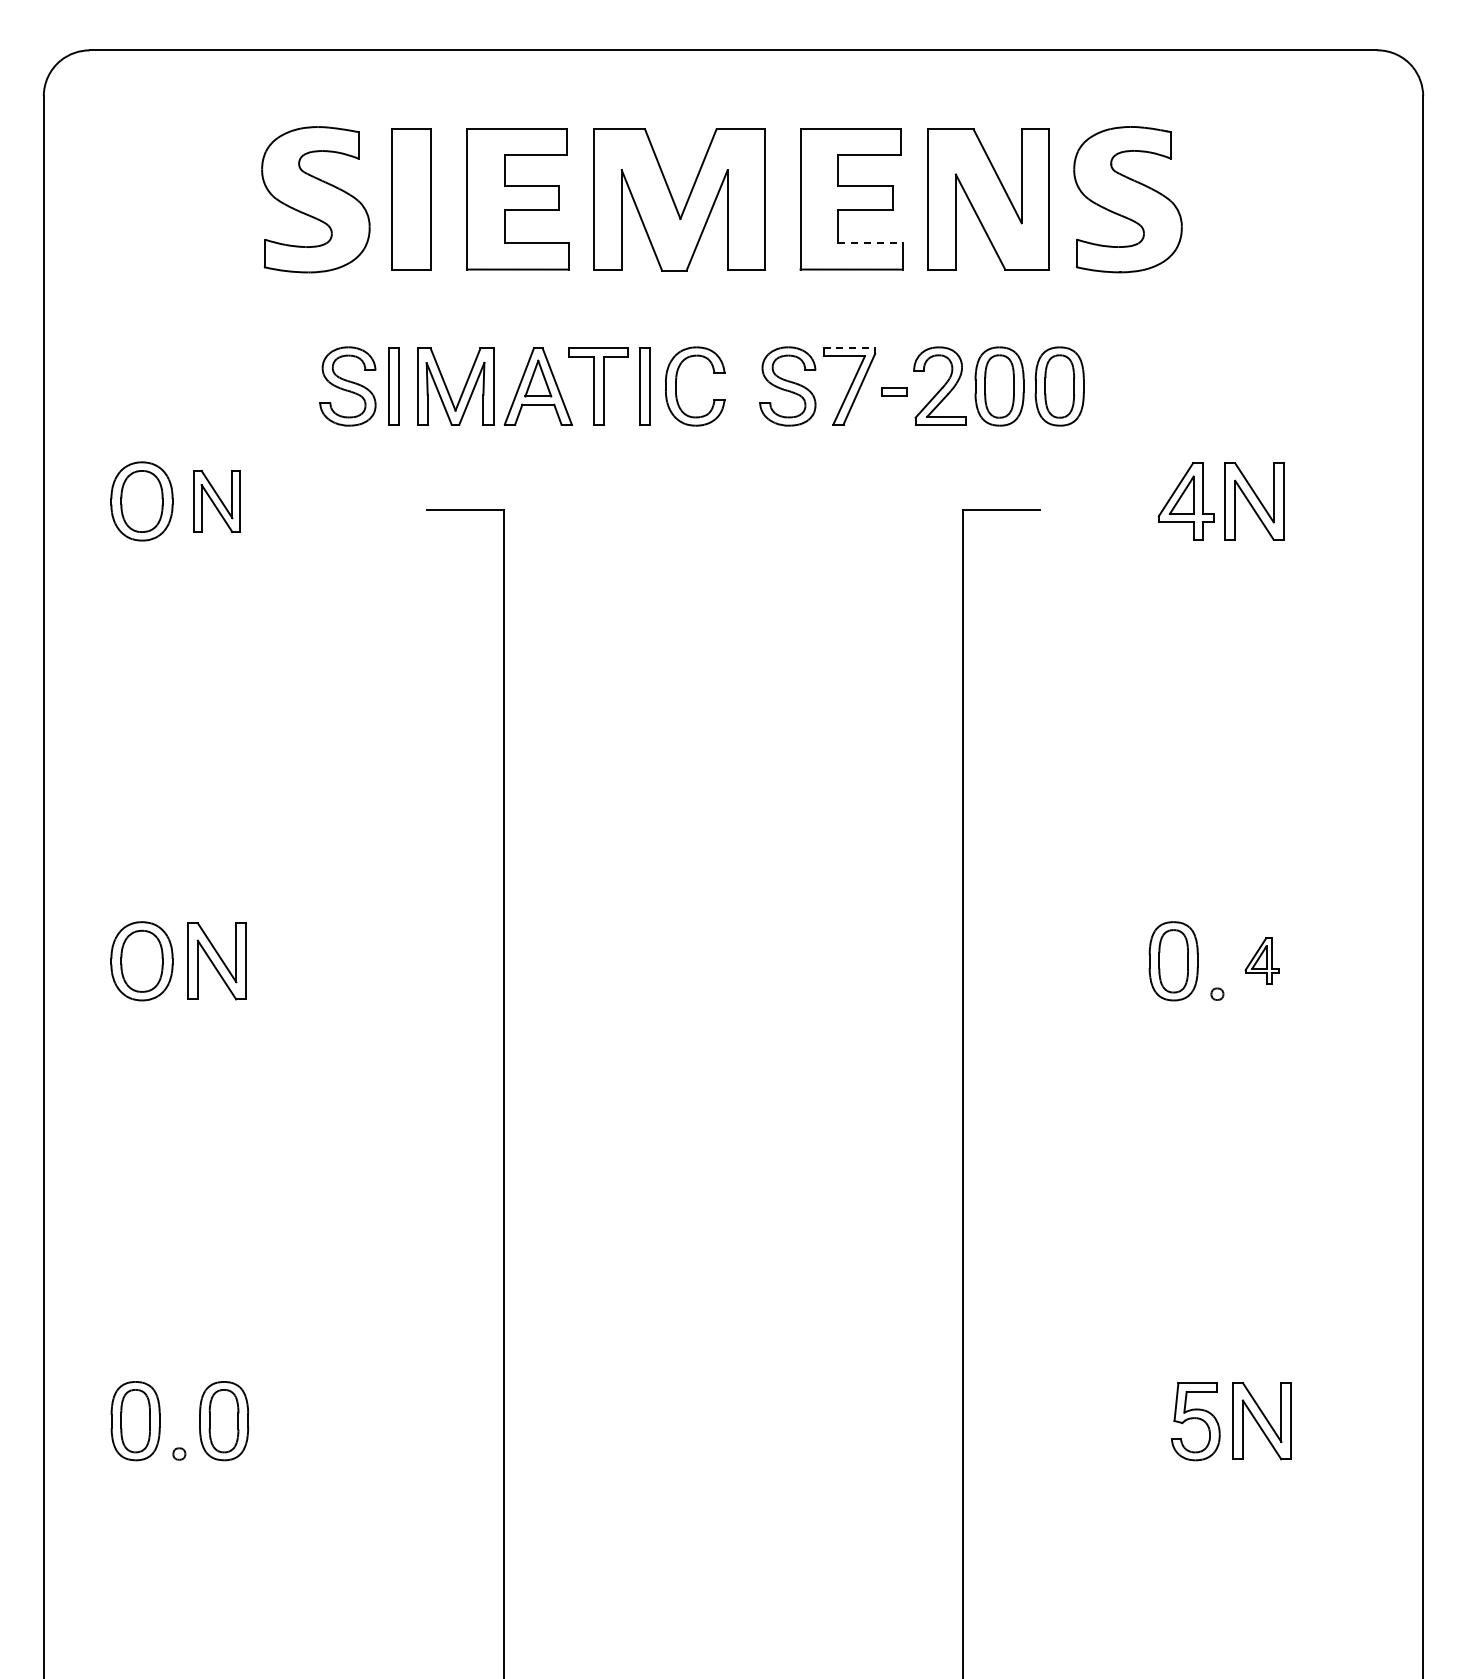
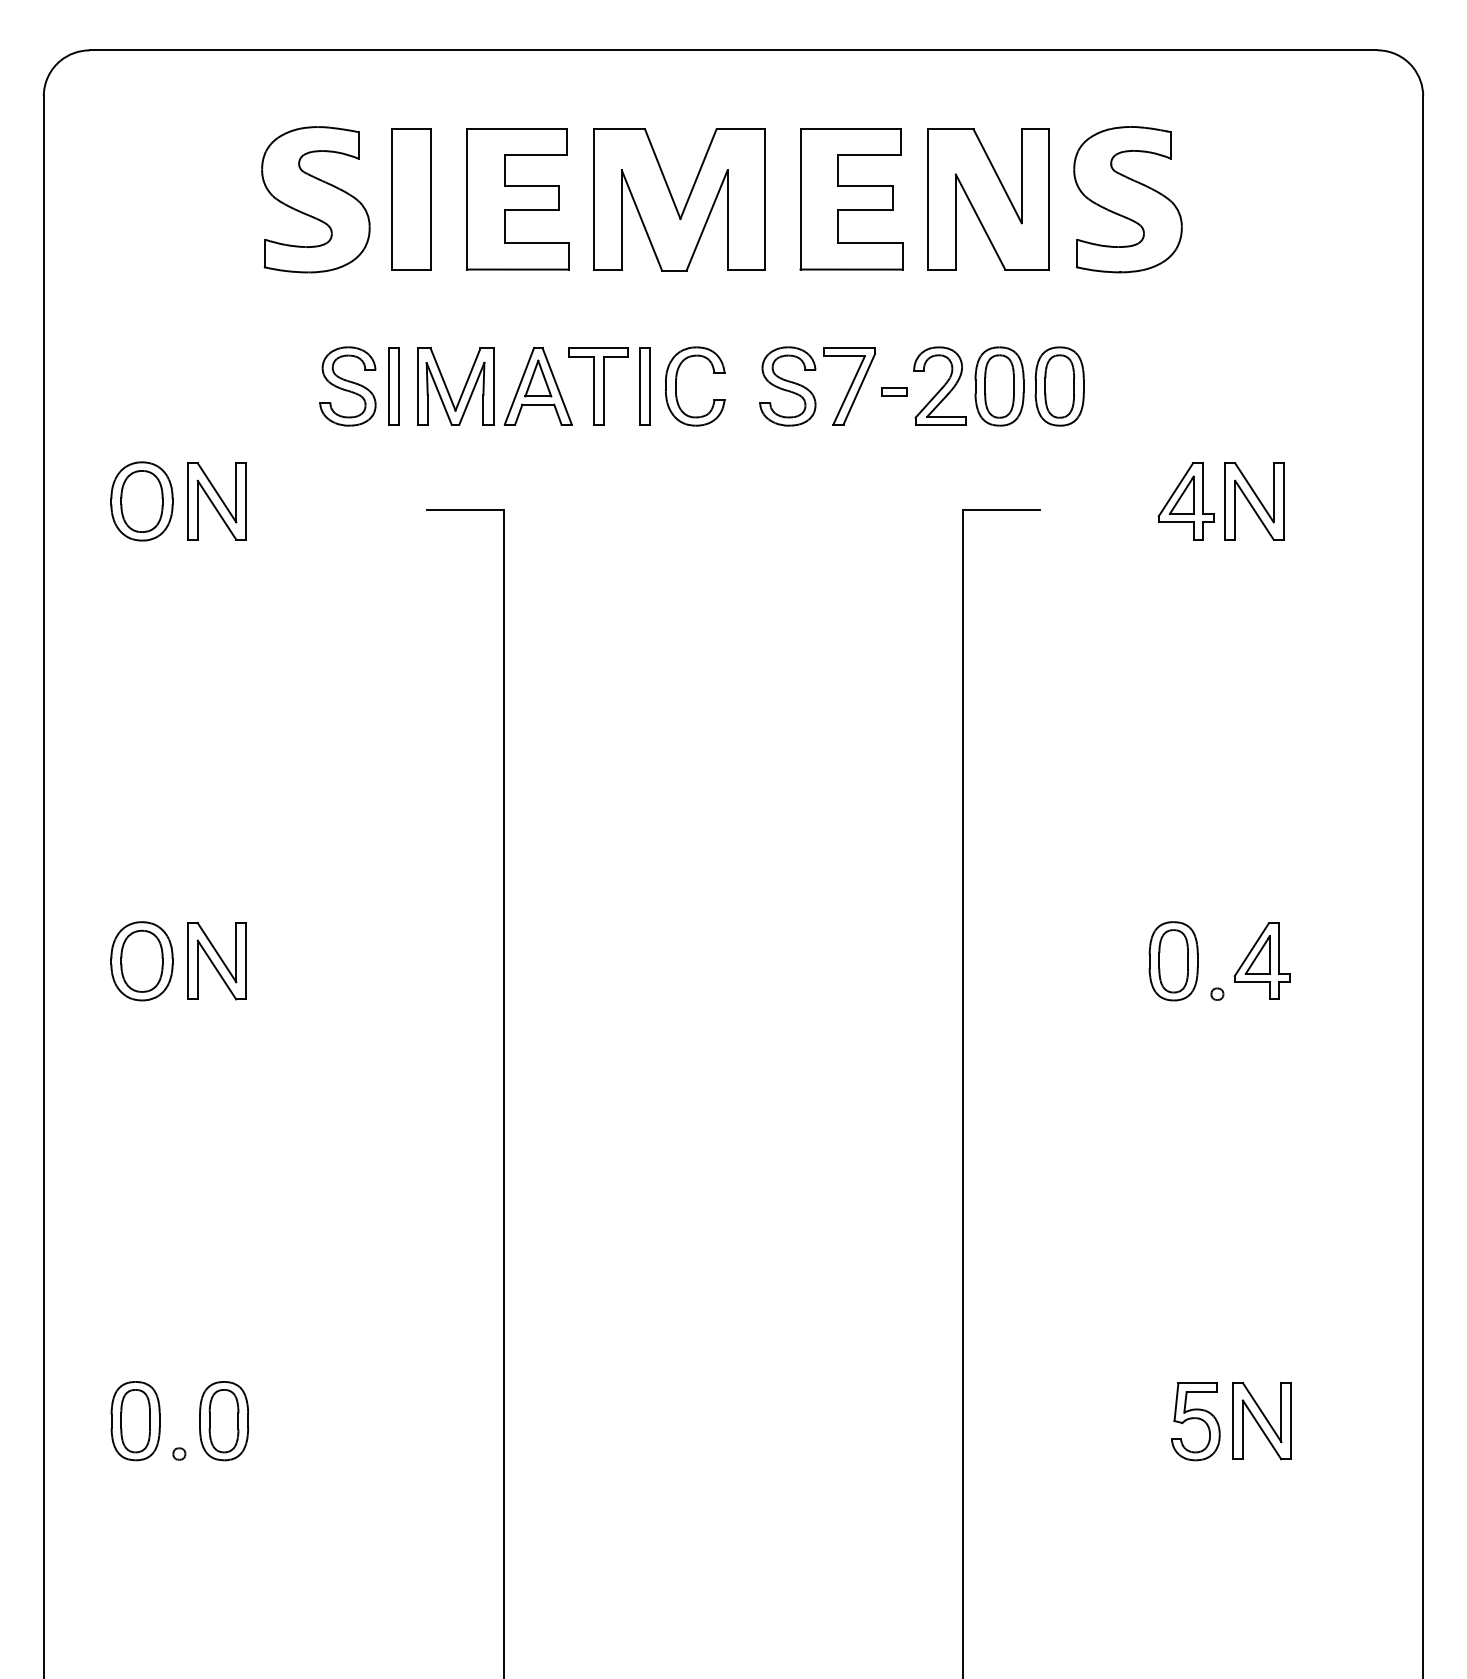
line at (871, 242): dashed -> solid
line at (849, 348): dashed -> solid
part at (216, 501) size: 48x63 px -> 60x79 px
part at (1261, 960) size: 36x48 px -> 58x78 px
